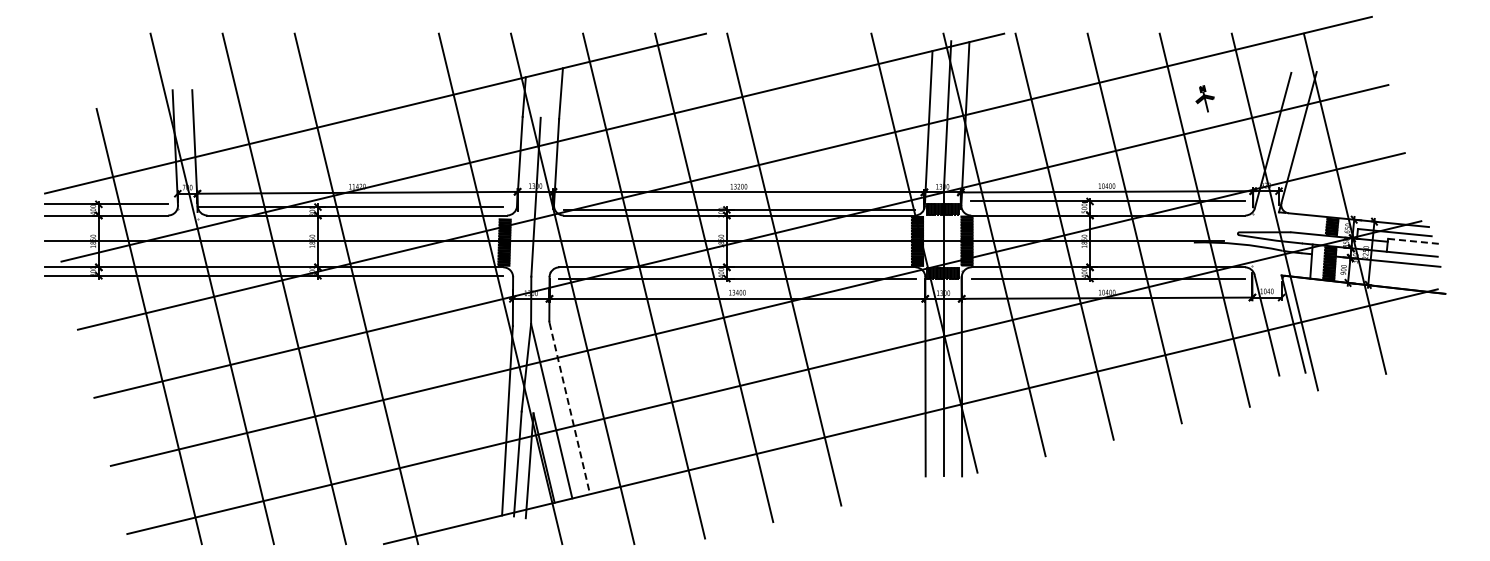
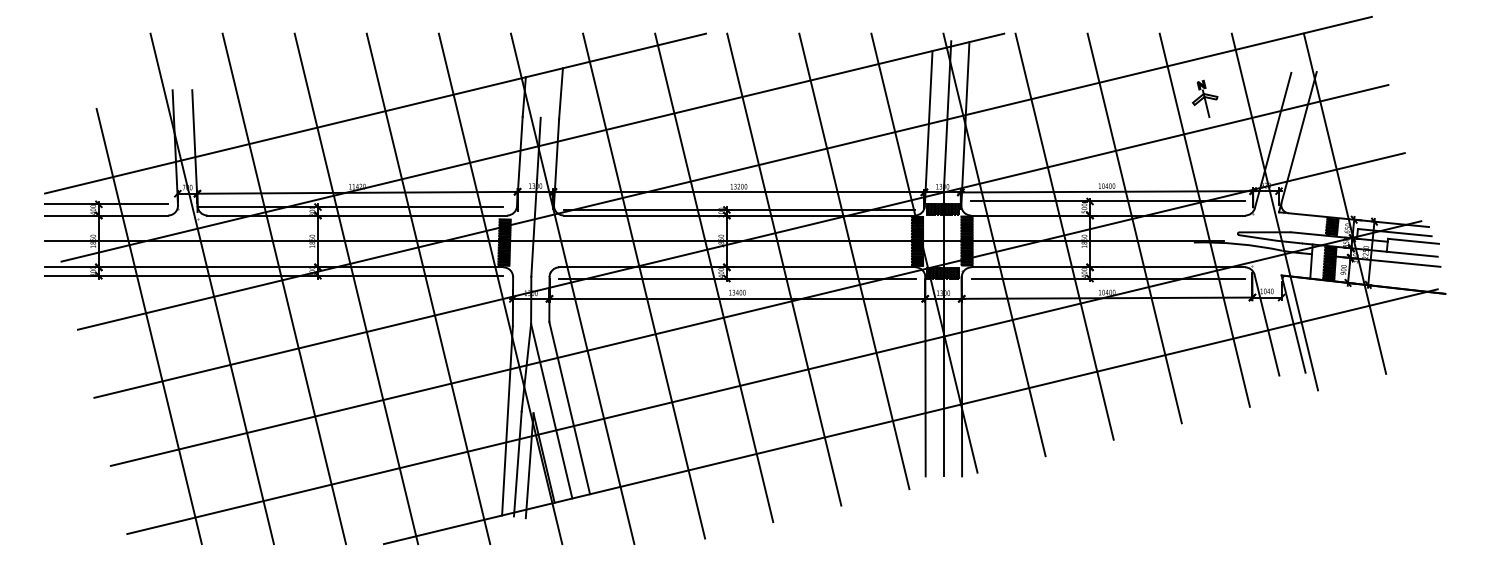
part at (1204, 98) size: 20x28 px -> 28x39 px
line at (1413, 241): dashed -> solid
line at (854, 261): none -> present
line at (428, 288): none -> present
line at (569, 408): dashed -> solid
